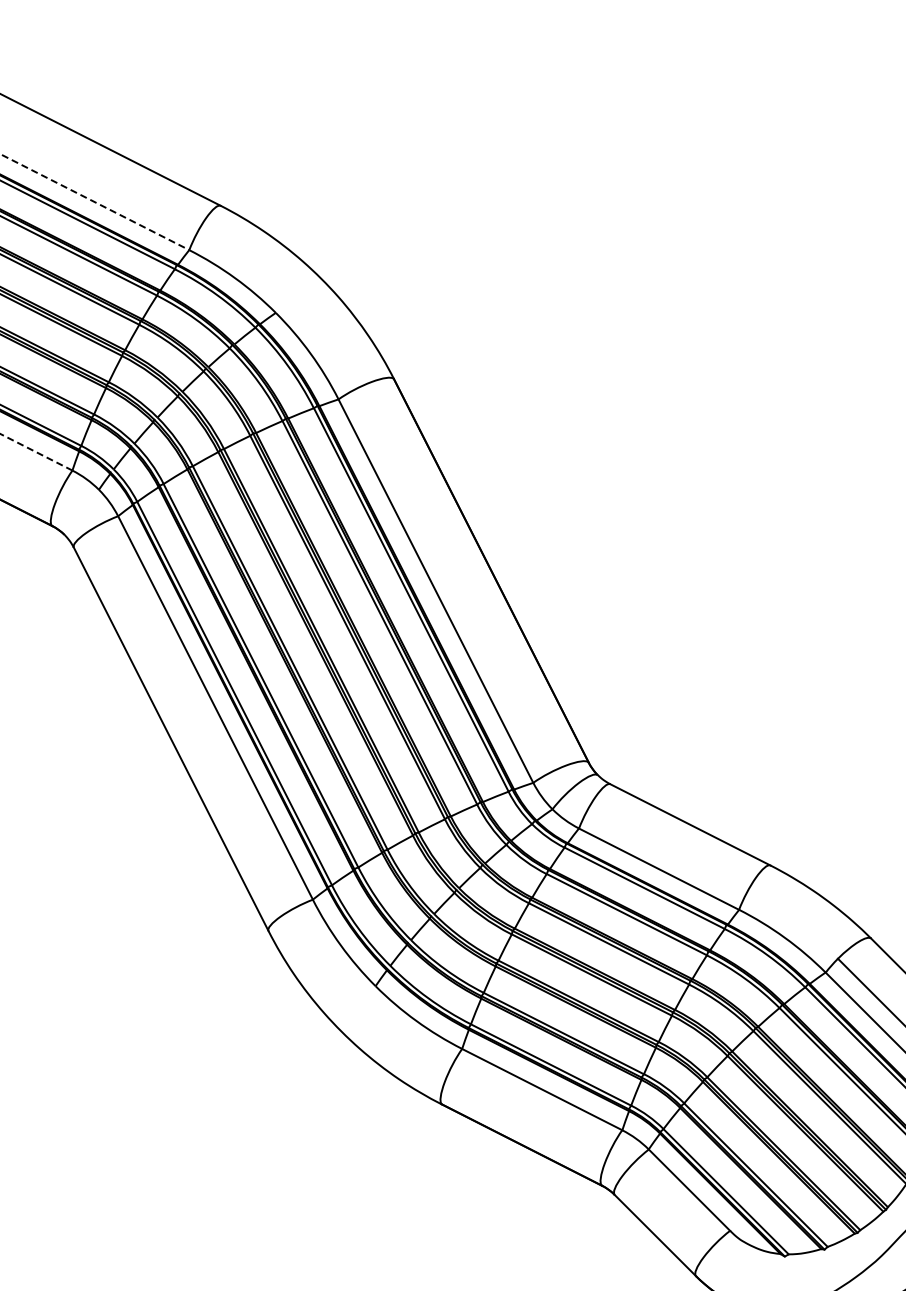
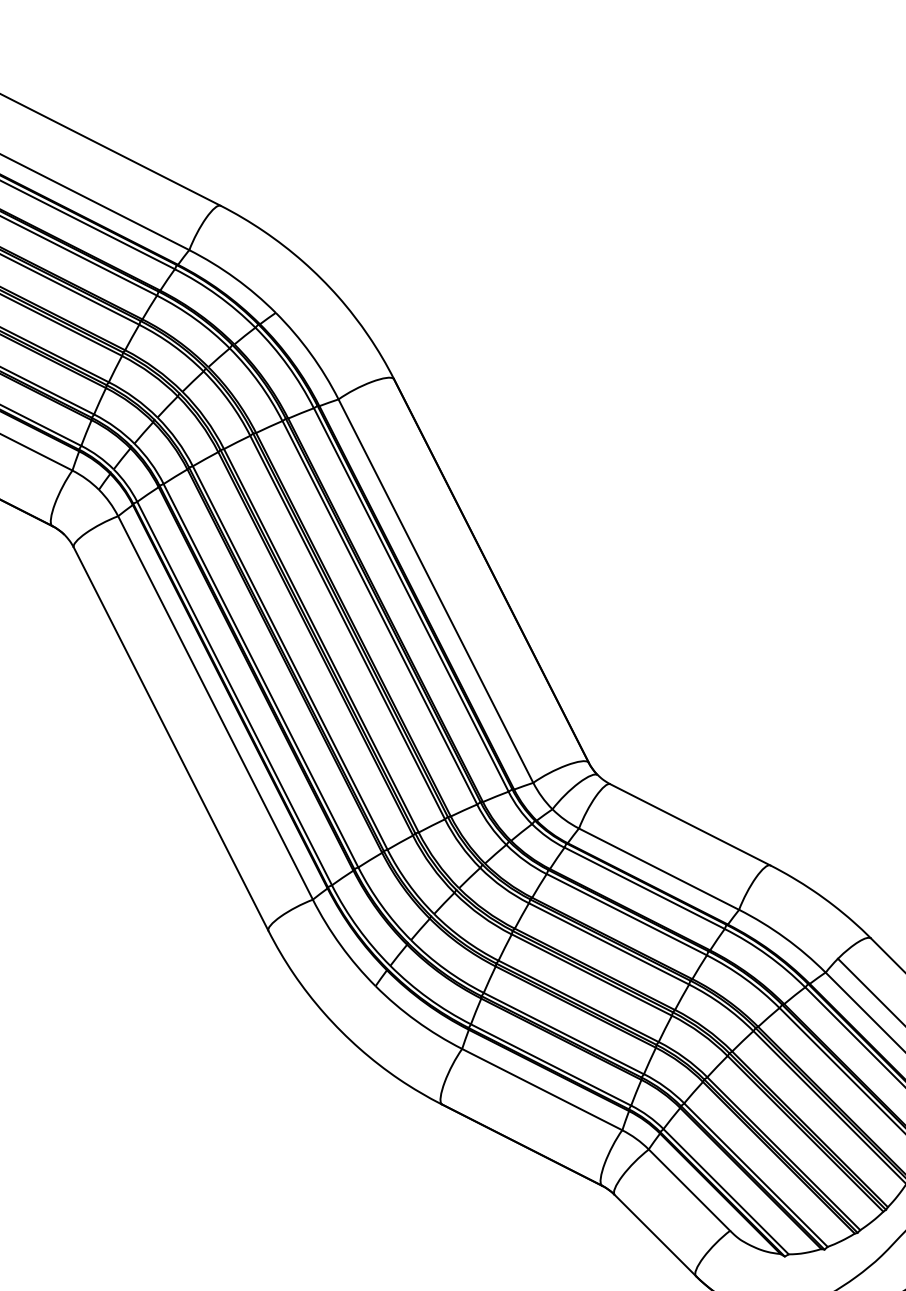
line at (95, 202): dashed -> solid
line at (36, 452): dashed -> solid
